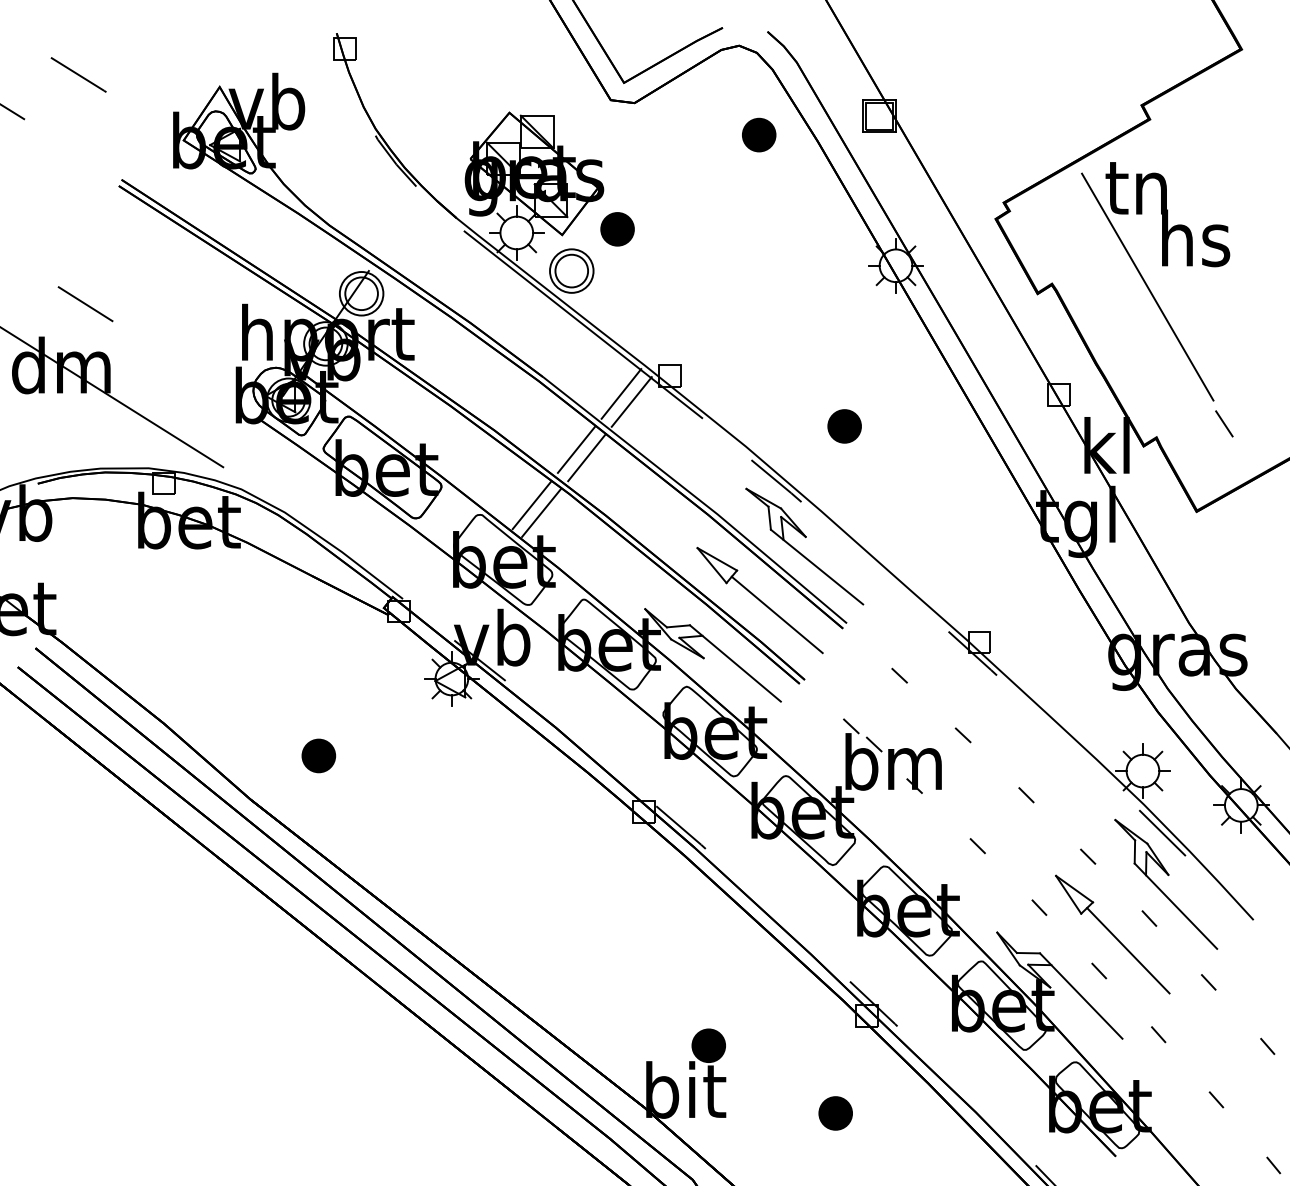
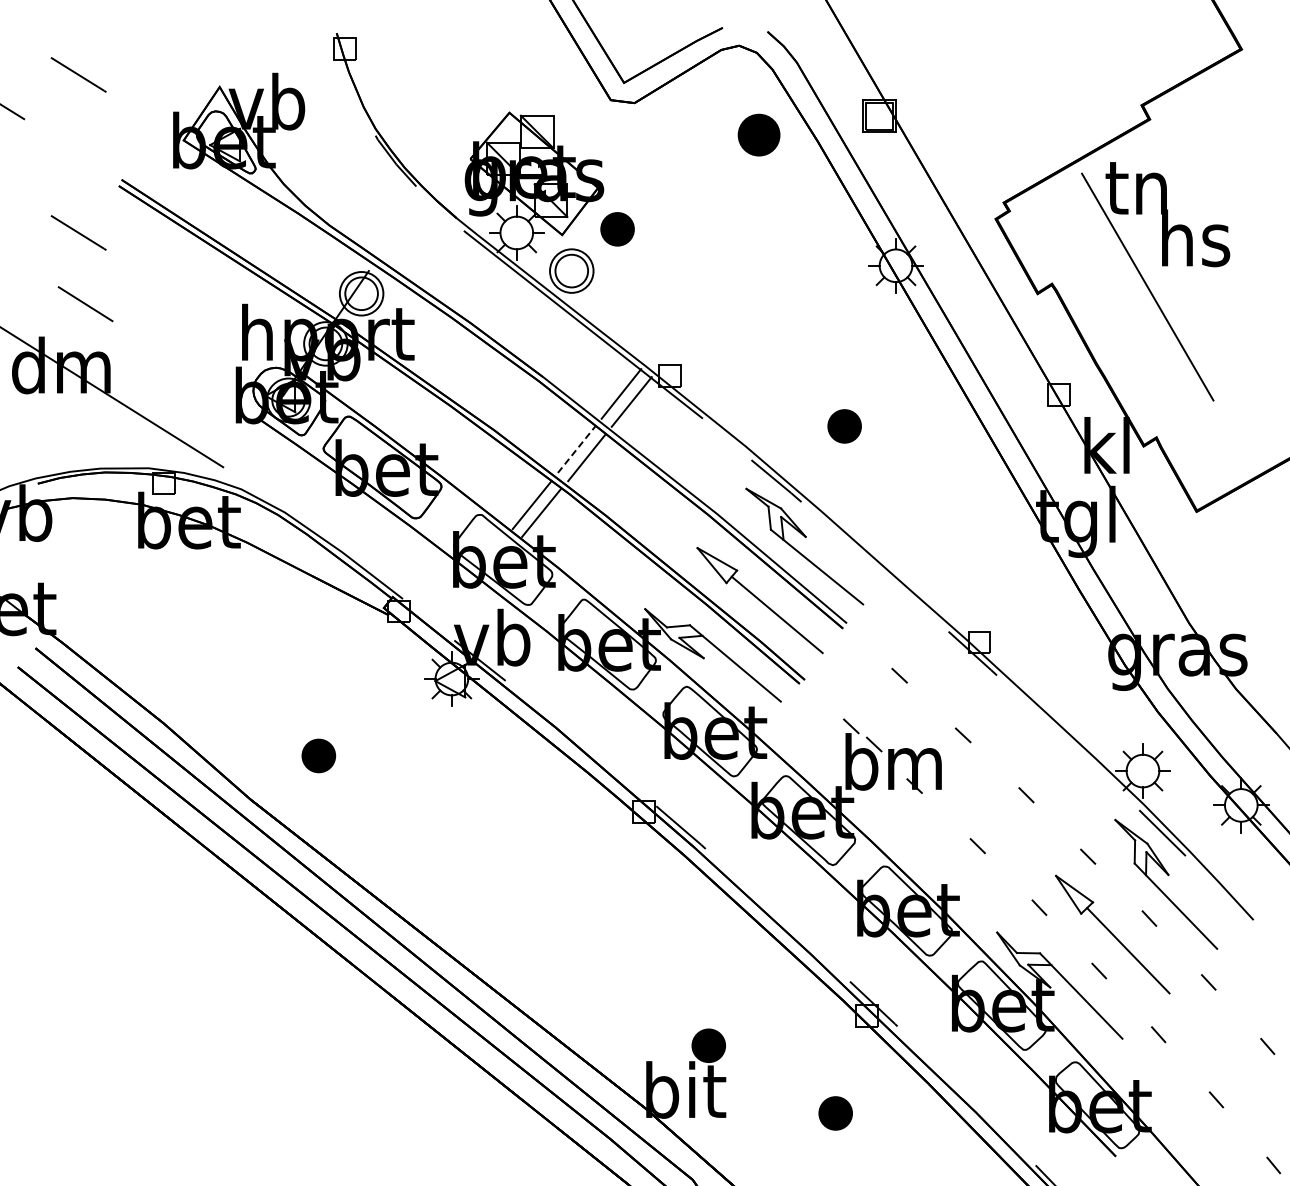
part at (759, 134) size: 35x36 px -> 44x44 px
line at (78, 232): none -> present
line at (1224, 423): present -> none
line at (576, 449): solid -> dashed
